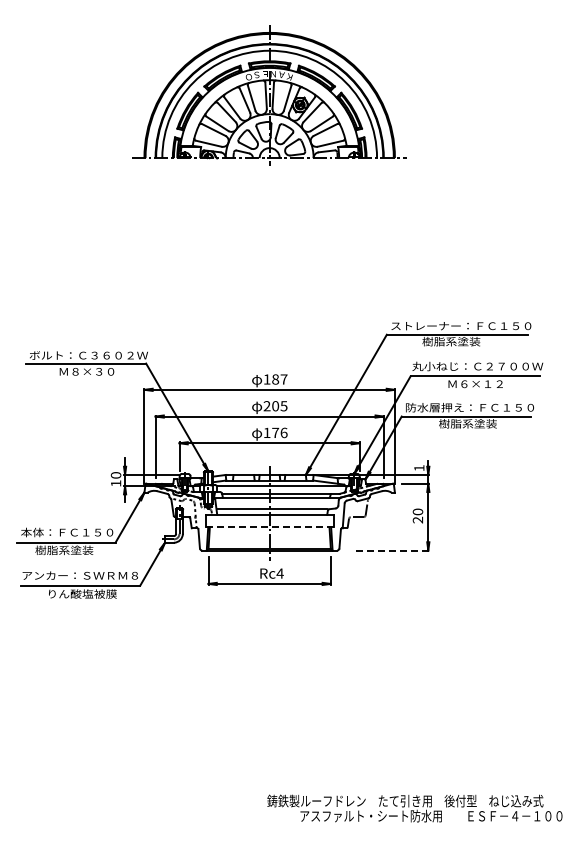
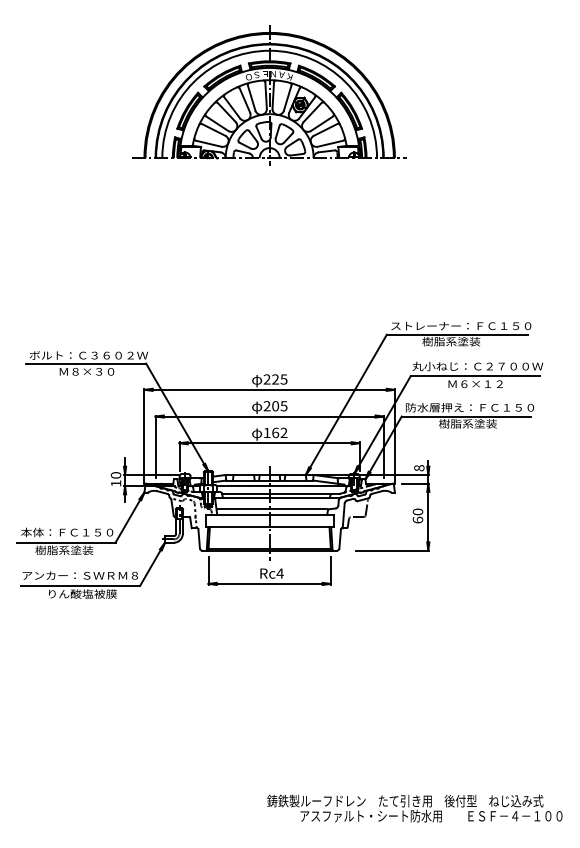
text at (275, 379): 187 -> 225
text at (279, 432): 176 -> 162
text at (419, 468): 1 -> 8
text at (417, 519): 20 -> 60
line at (269, 527): dashed -> solid
line at (392, 550): dashed -> solid
